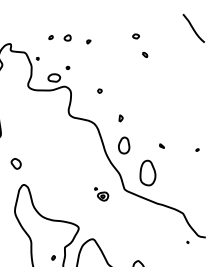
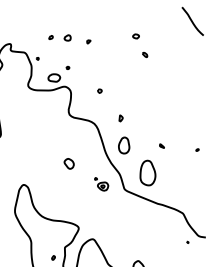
curve at (193, 27) position: (193, 27) -> (192, 20)
part at (15, 163) position: (15, 163) -> (68, 163)
part at (101, 194) position: (101, 194) -> (101, 184)
